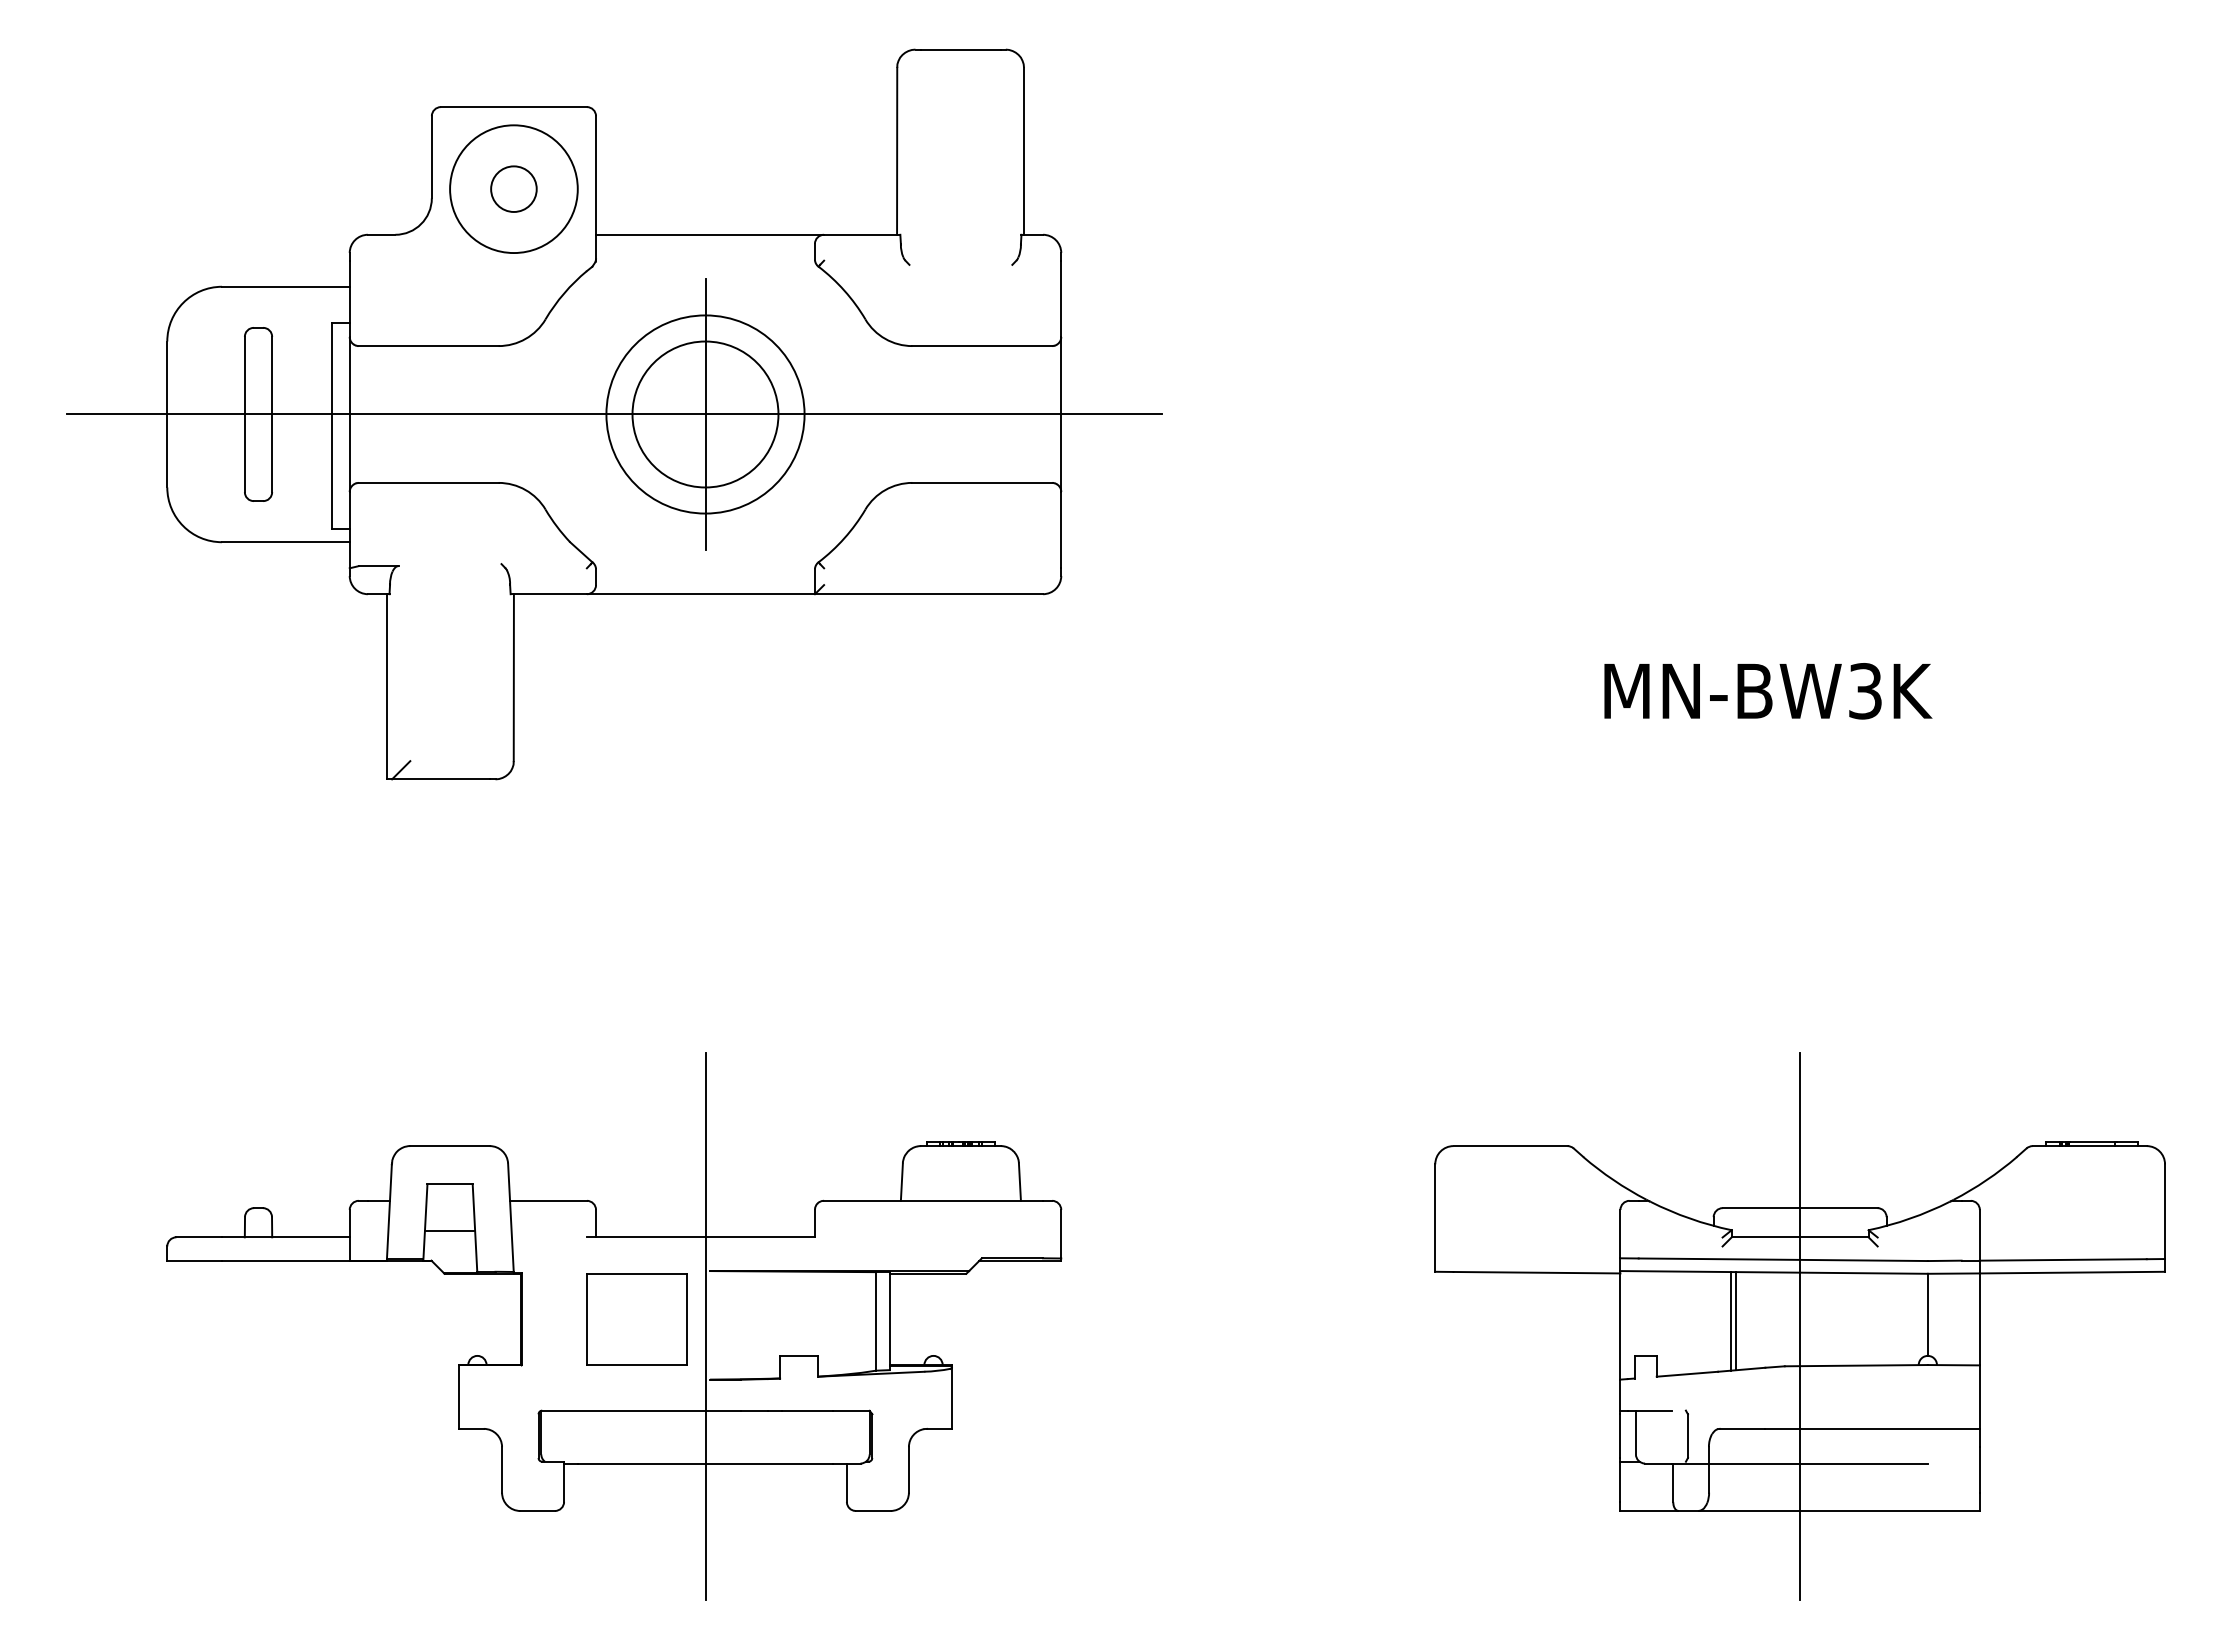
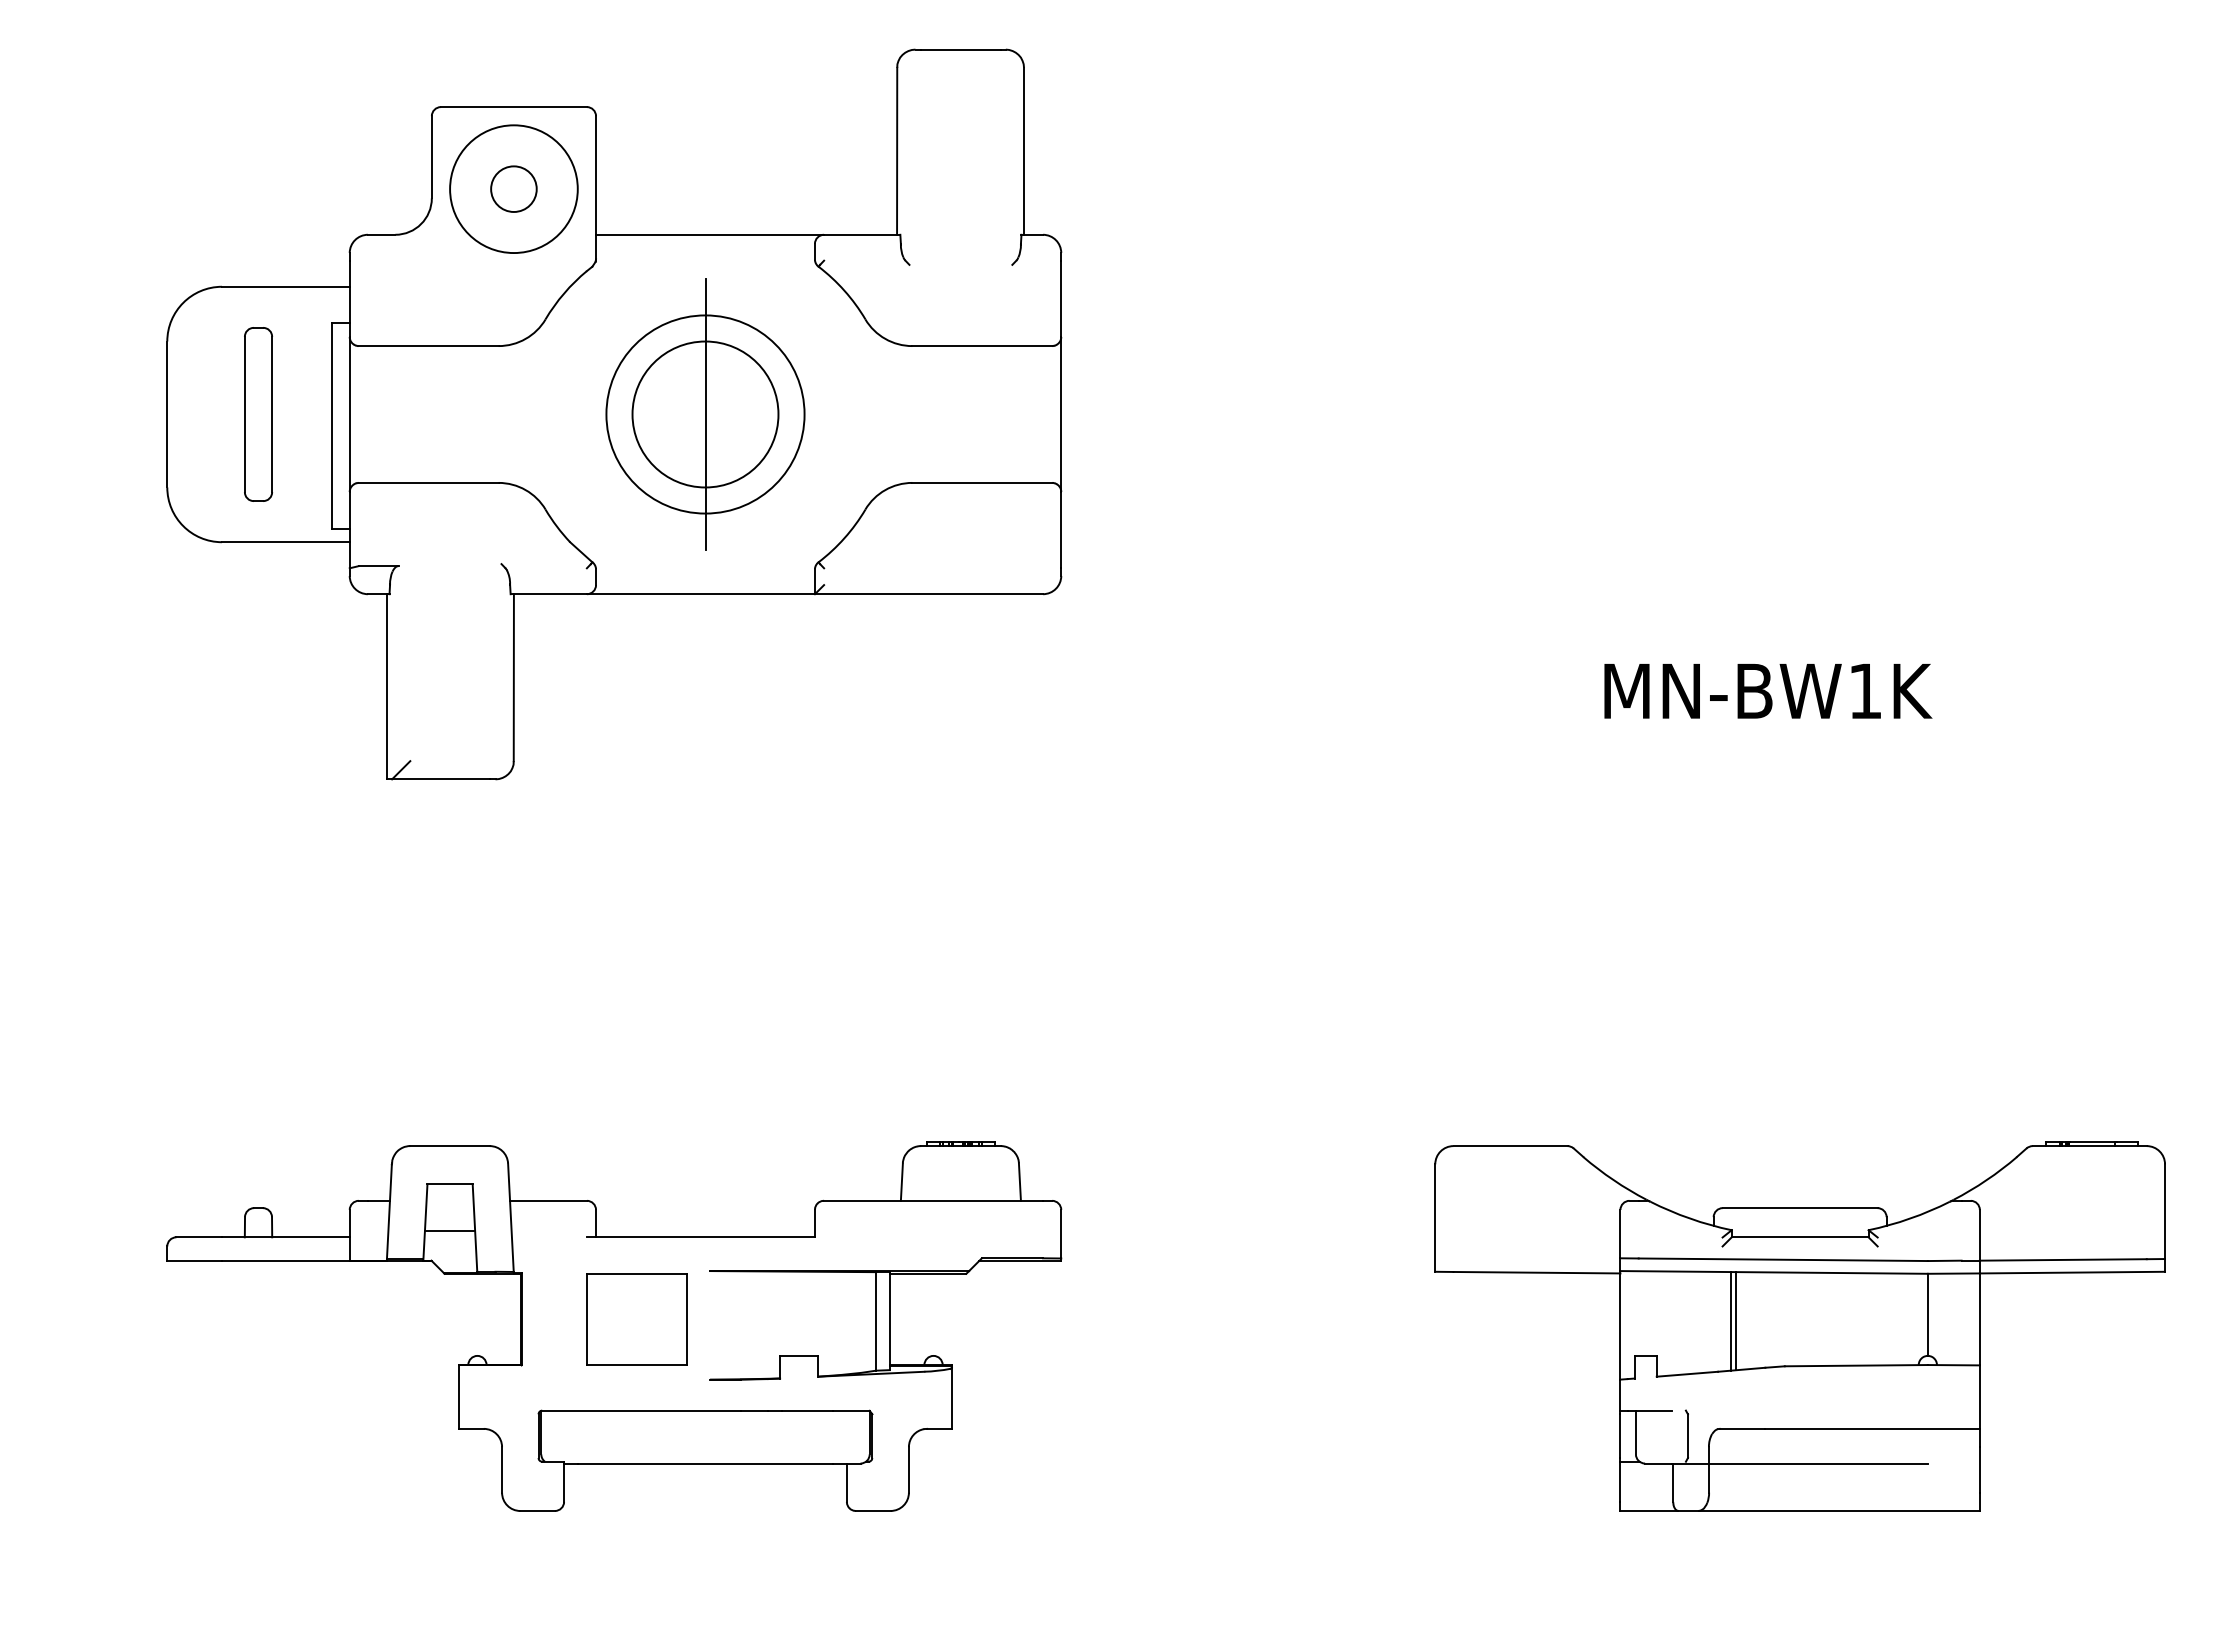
line at (613, 414): present -> none
text at (1865, 691): MN-BW3K -> MN-BW1K
line at (705, 1326): present -> none
line at (1800, 1326): present -> none
